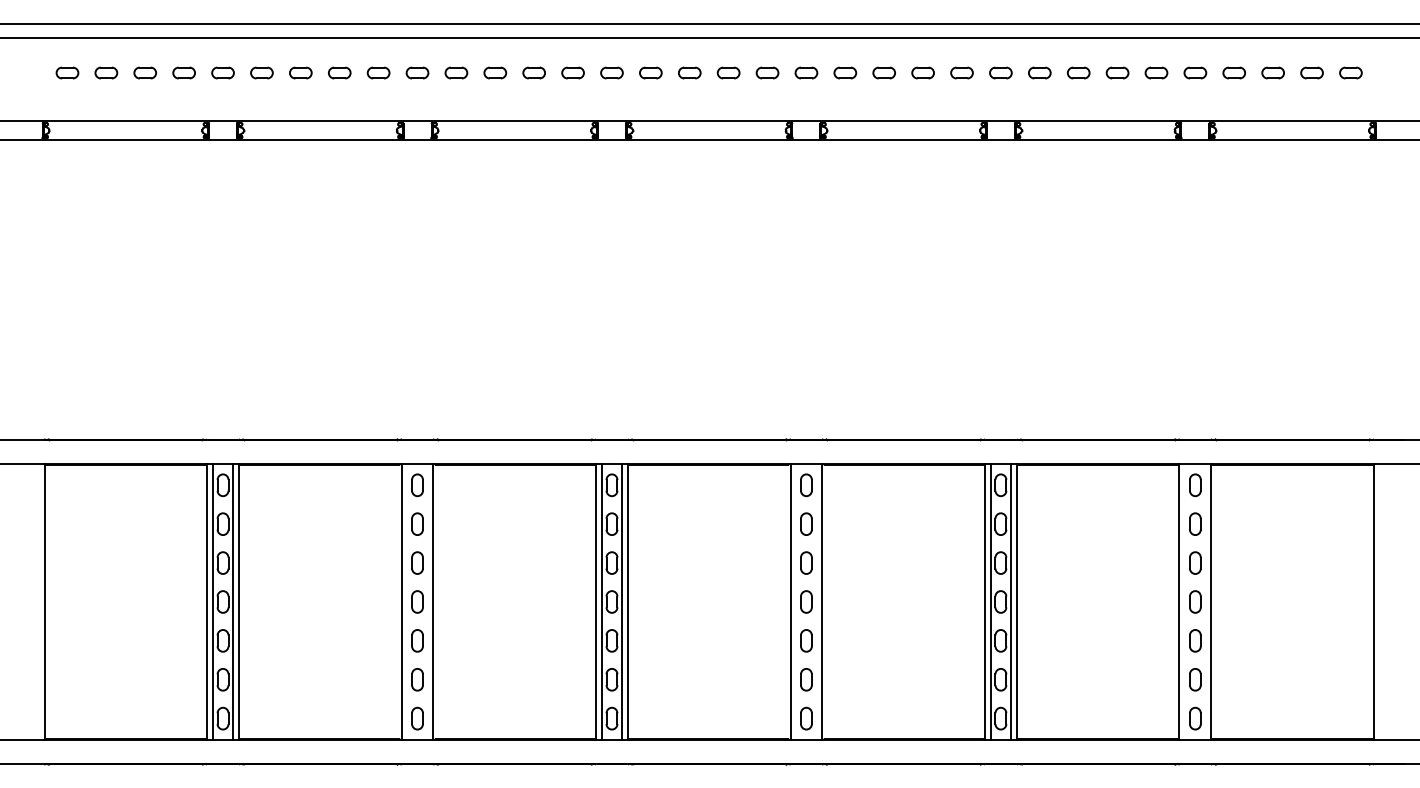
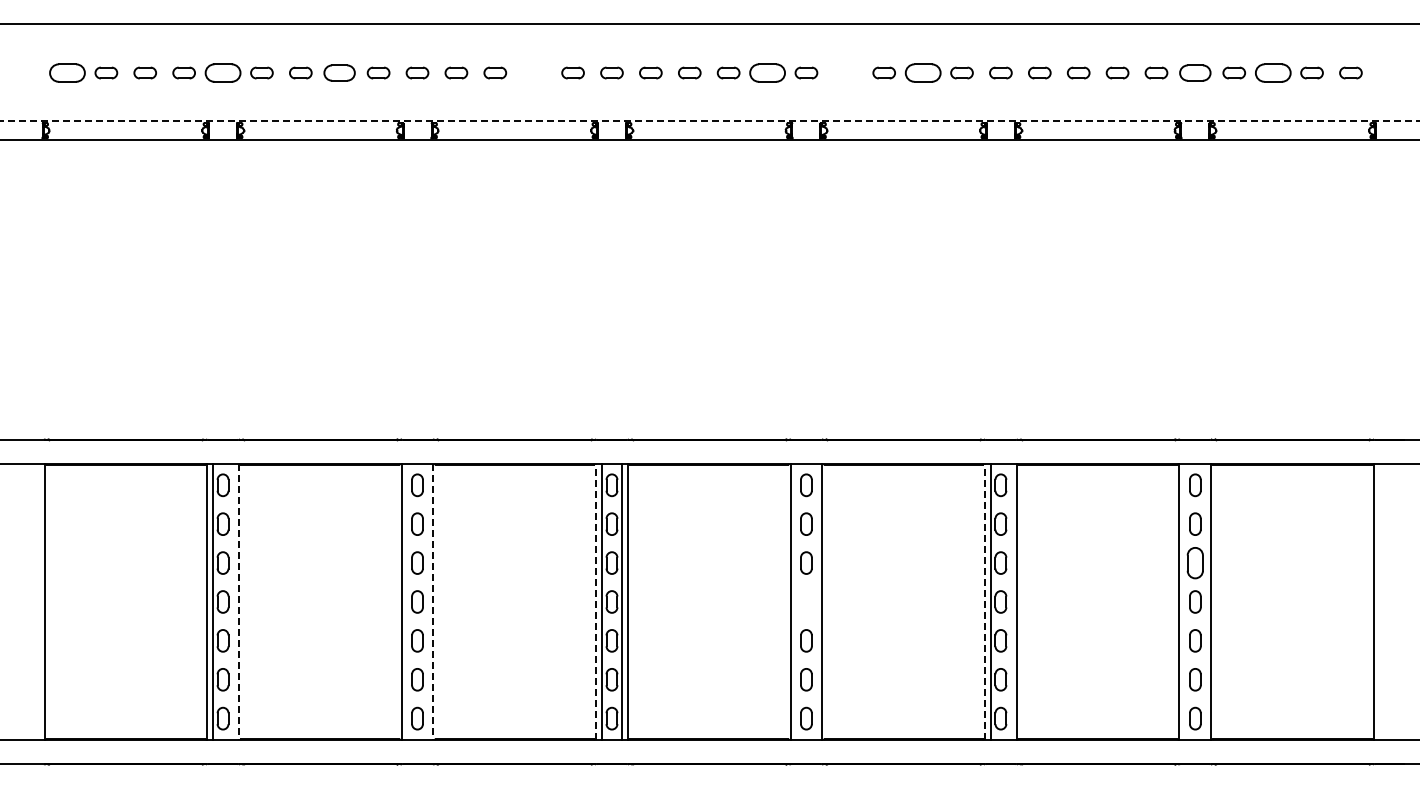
line at (709, 37): present -> none
part at (67, 72) size: 25x14 px -> 37x20 px
part at (222, 72) size: 24x14 px -> 38x20 px
part at (339, 72) size: 24x14 px -> 33x18 px
part at (533, 72): present -> none
part at (767, 72) size: 25x14 px -> 37x20 px
part at (845, 72): present -> none
part at (922, 72) size: 24x14 px -> 38x20 px
part at (1195, 72) size: 25x14 px -> 33x18 px
part at (1272, 72) size: 24x14 px -> 37x20 px
line at (710, 121): solid -> dashed
part at (1195, 562) size: 13x24 px -> 18x33 px
line at (232, 601): present -> none
line at (596, 601): solid -> dashed
part at (806, 601): present -> none
line at (984, 601): solid -> dashed
line at (1010, 601): present -> none
line at (239, 602): solid -> dashed
line at (433, 602): solid -> dashed
